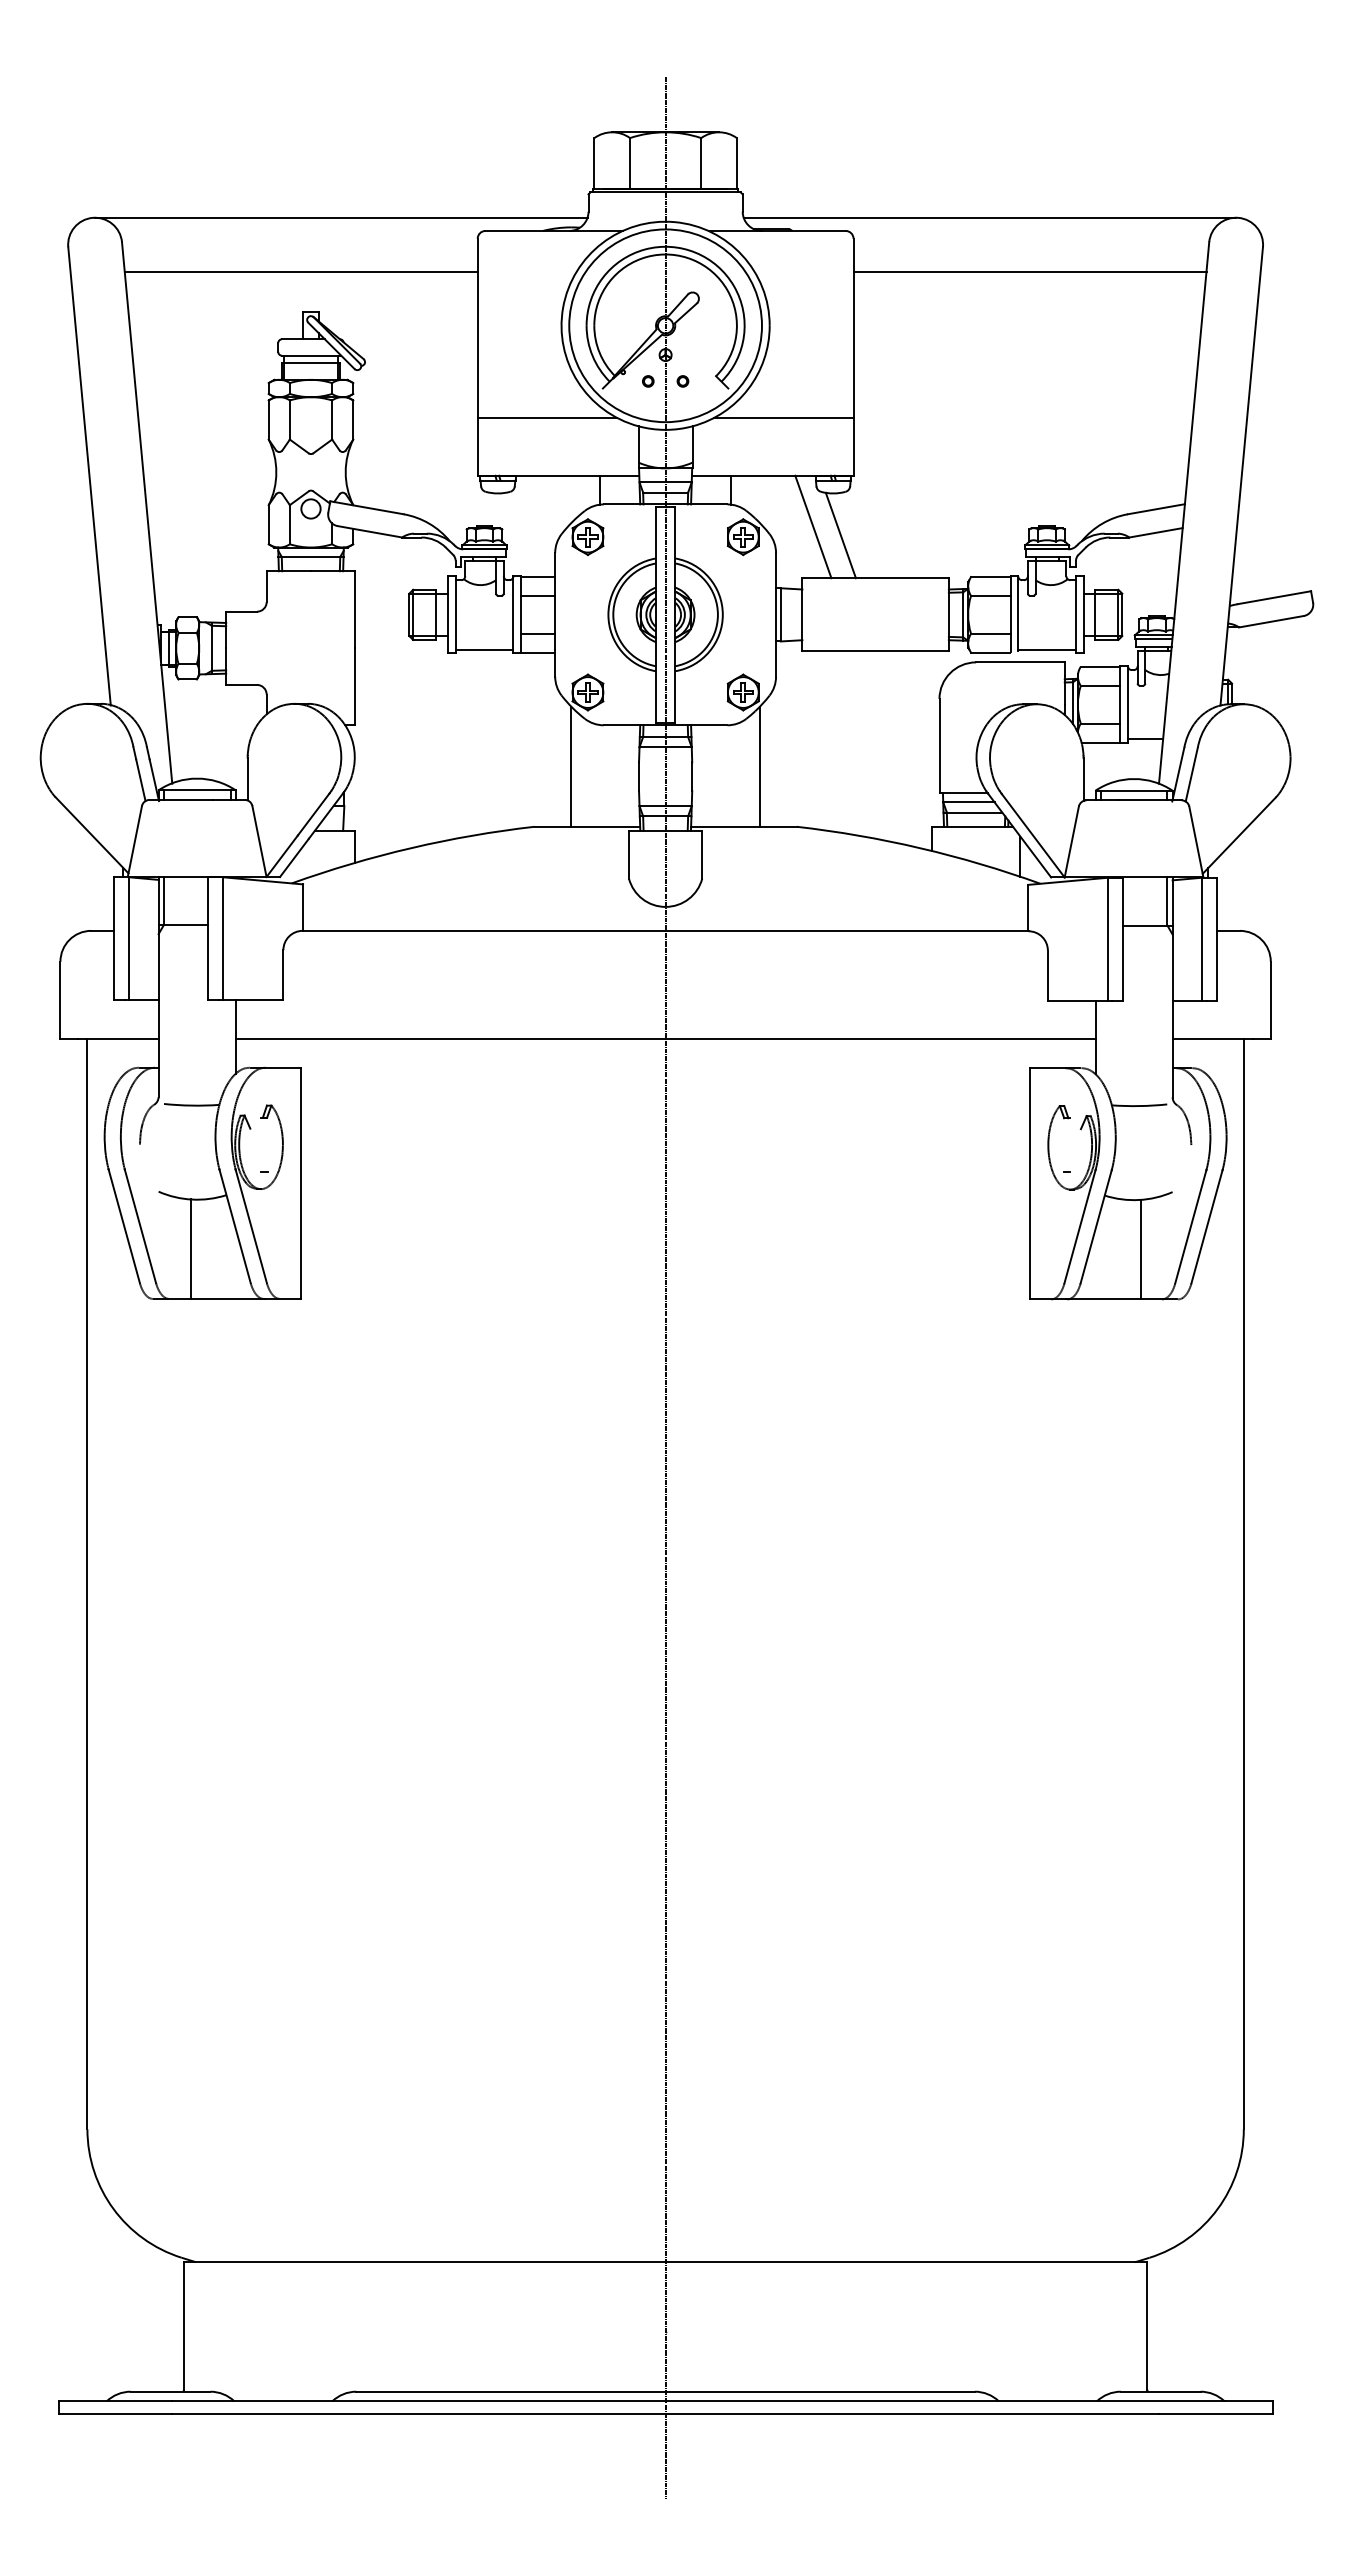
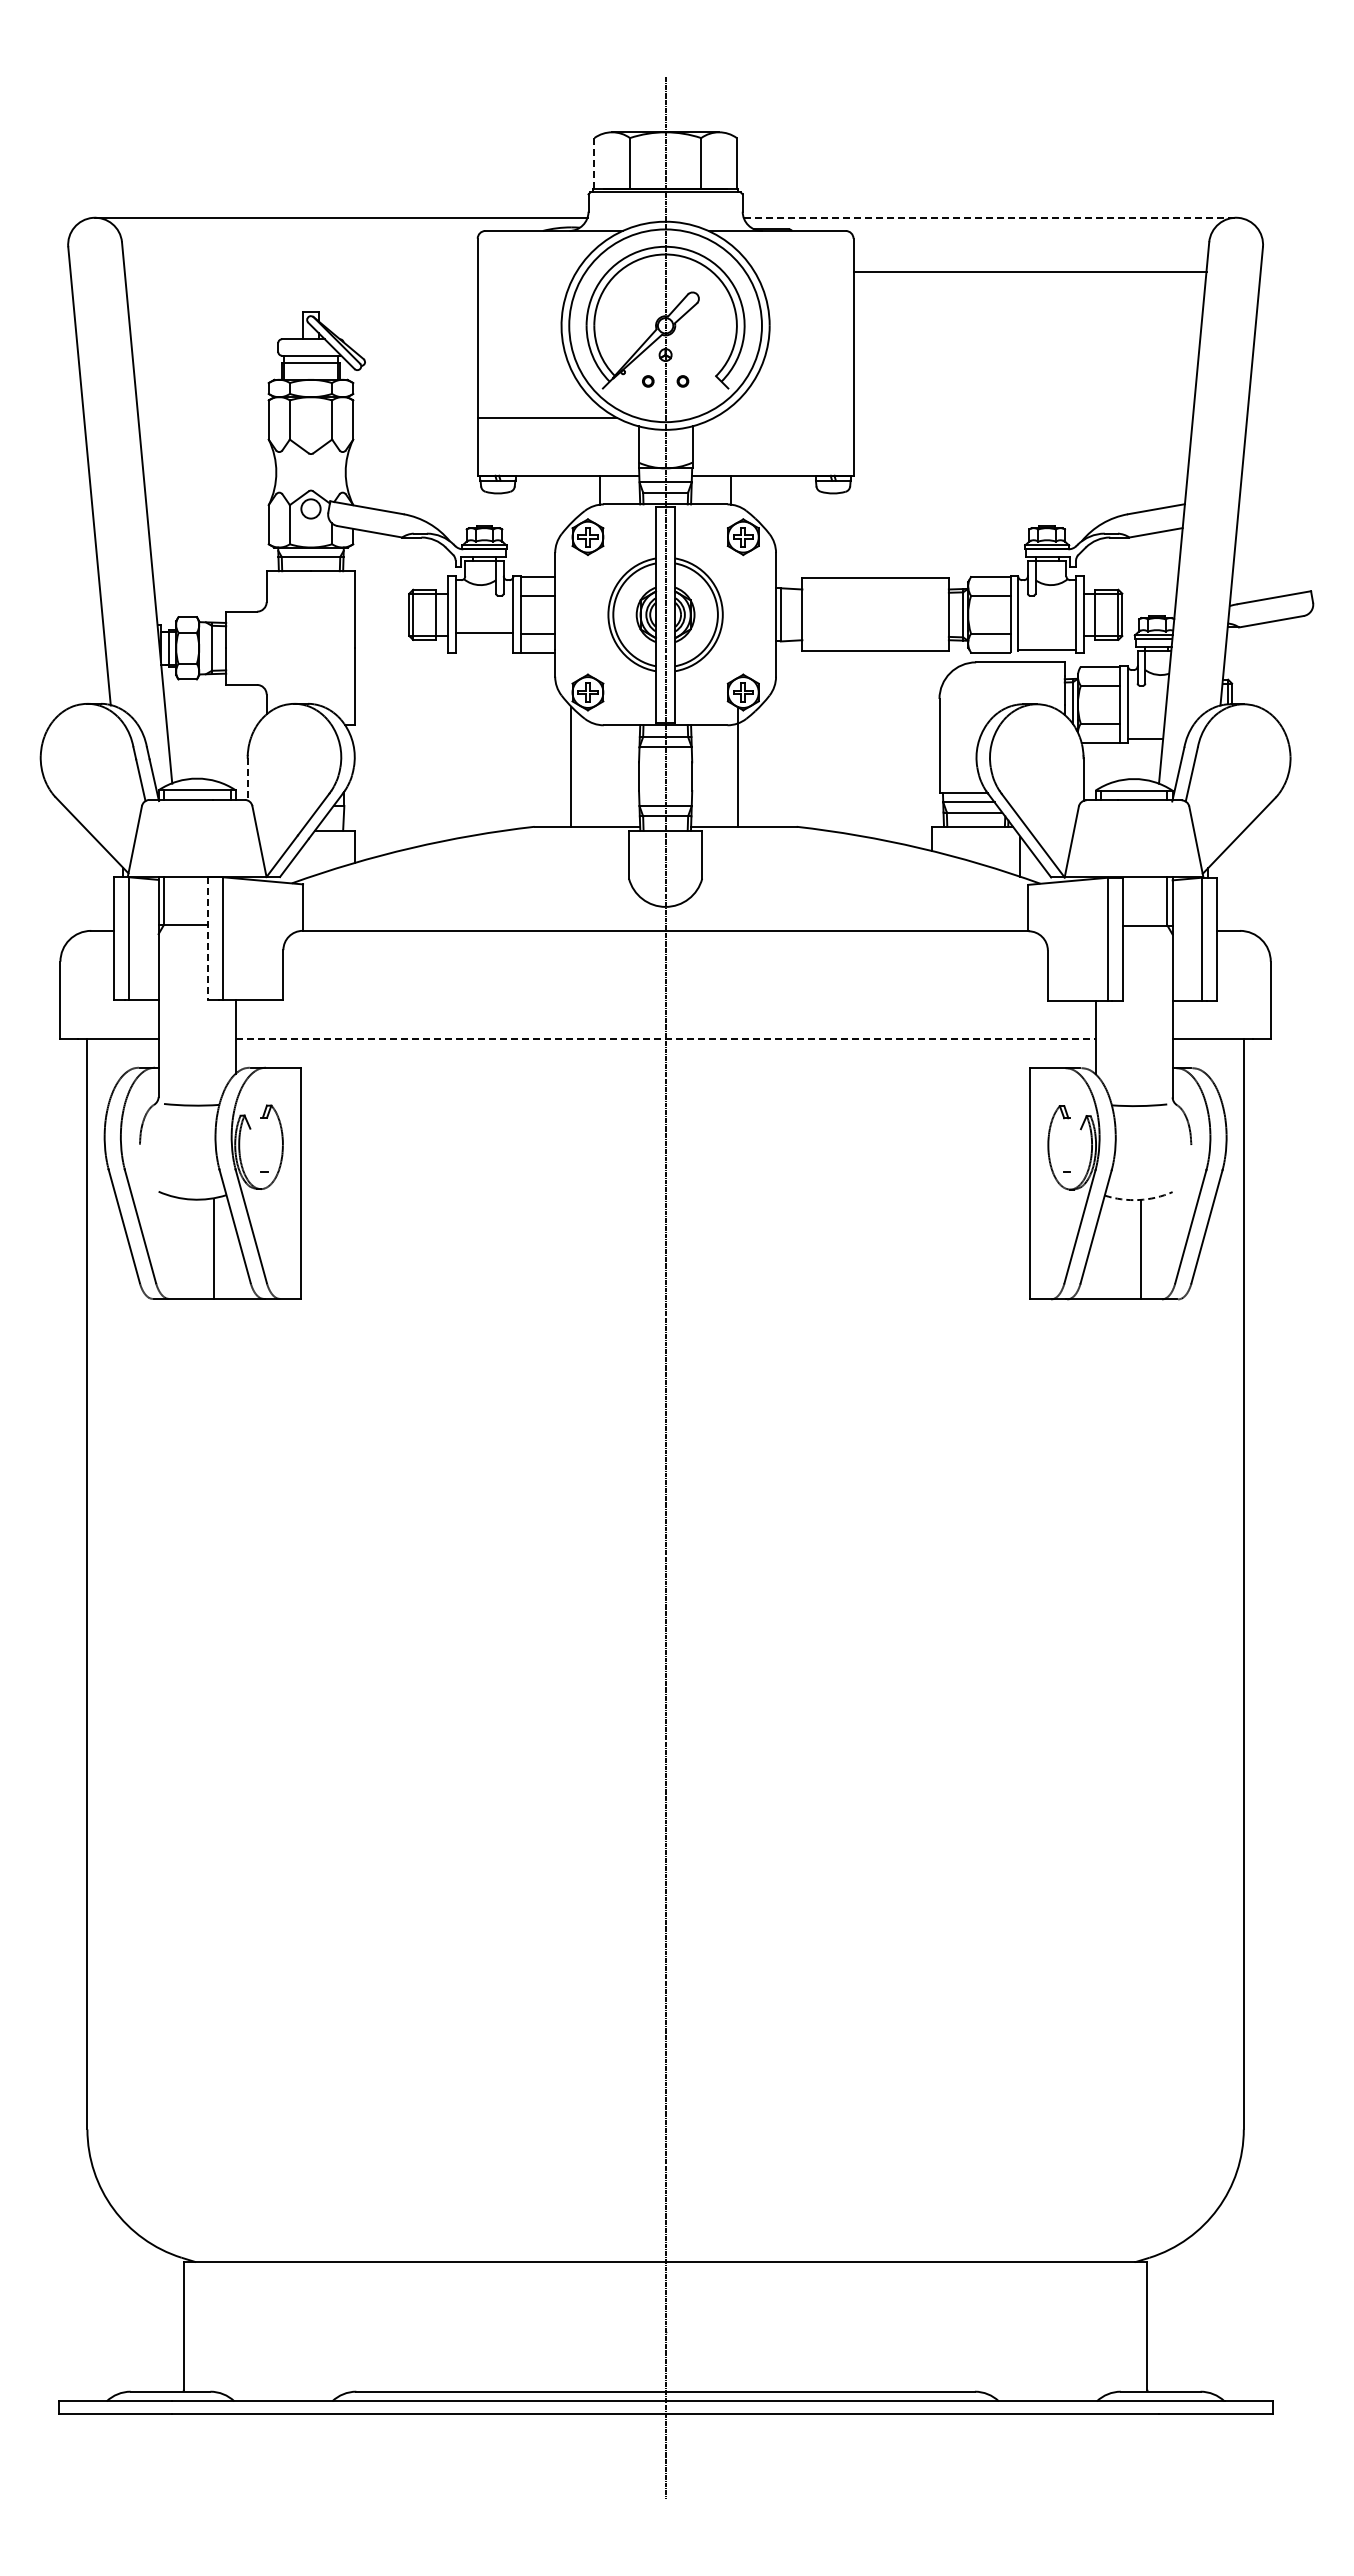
line at (594, 163): solid -> dashed
line at (990, 217): solid -> dashed
line at (300, 271): present -> none
line at (783, 417): present -> none
line at (813, 526): present -> none
line at (840, 535): present -> none
line at (484, 649) position: (484, 649) -> (484, 632)
line at (760, 766) position: (760, 766) -> (738, 766)
line at (247, 779): solid -> dashed
line at (208, 939): solid -> dashed
line at (665, 1038): solid -> dashed
arc at (1139, 1200): solid -> dashed
line at (190, 1248) position: (190, 1248) -> (213, 1248)
